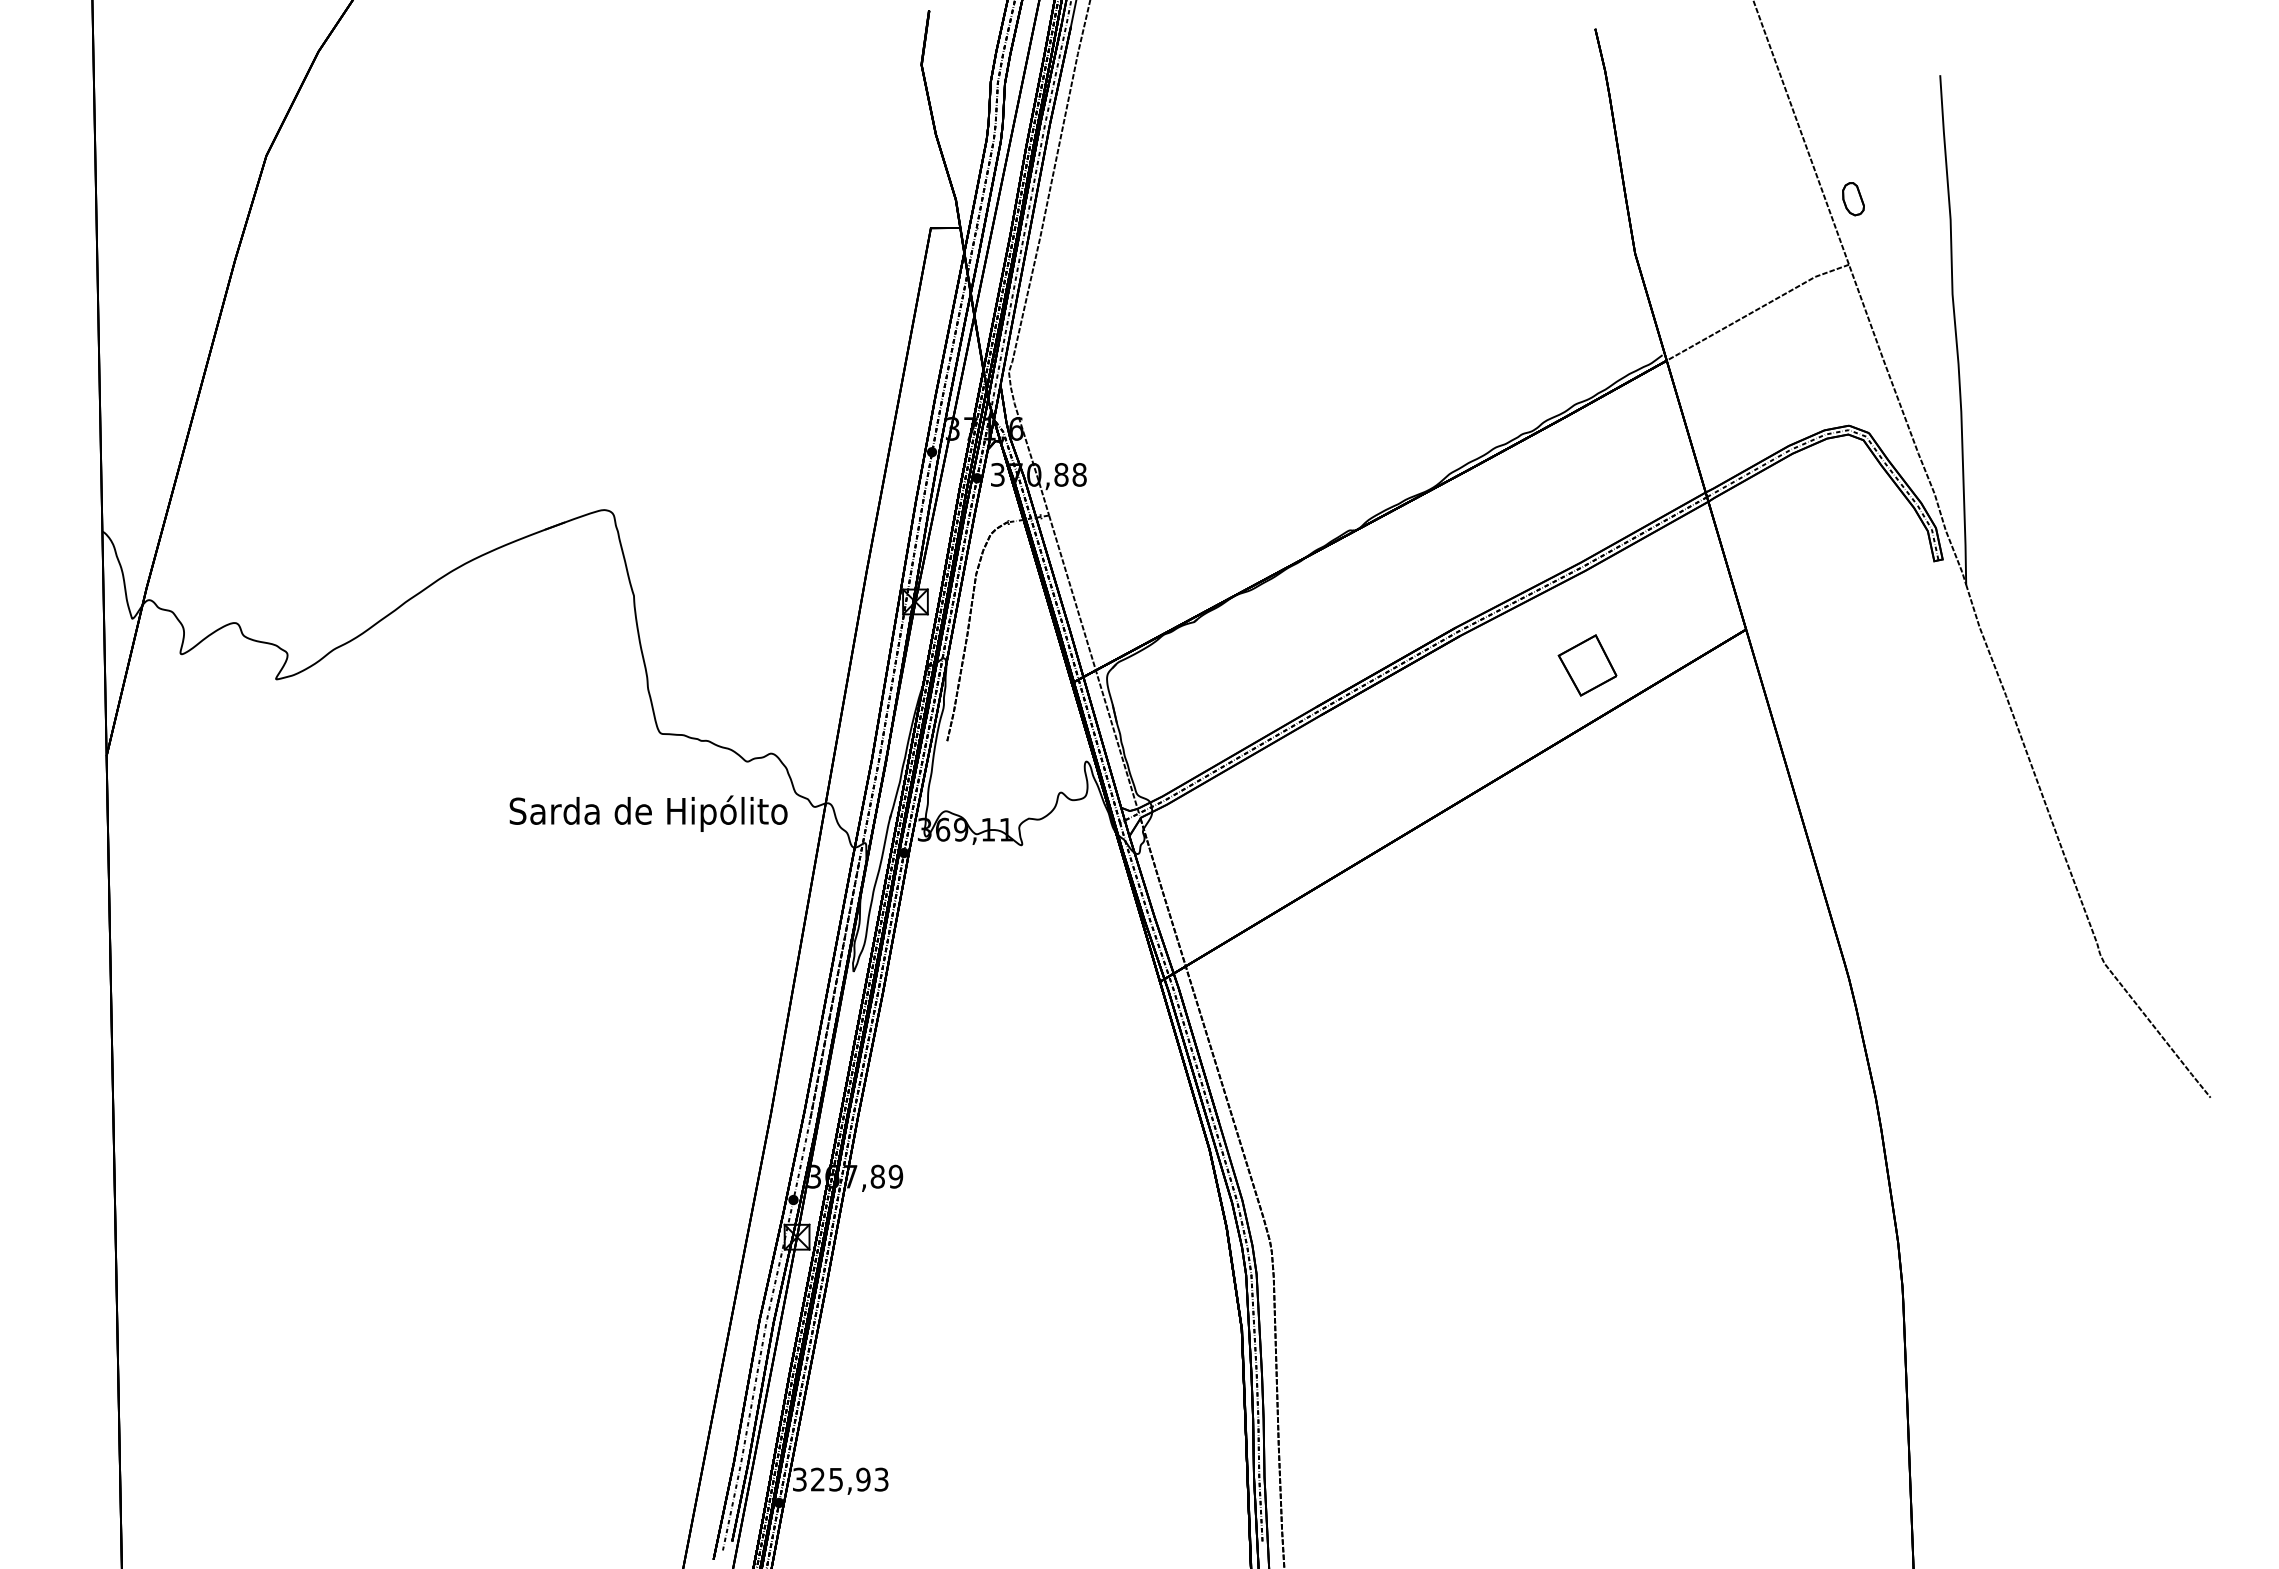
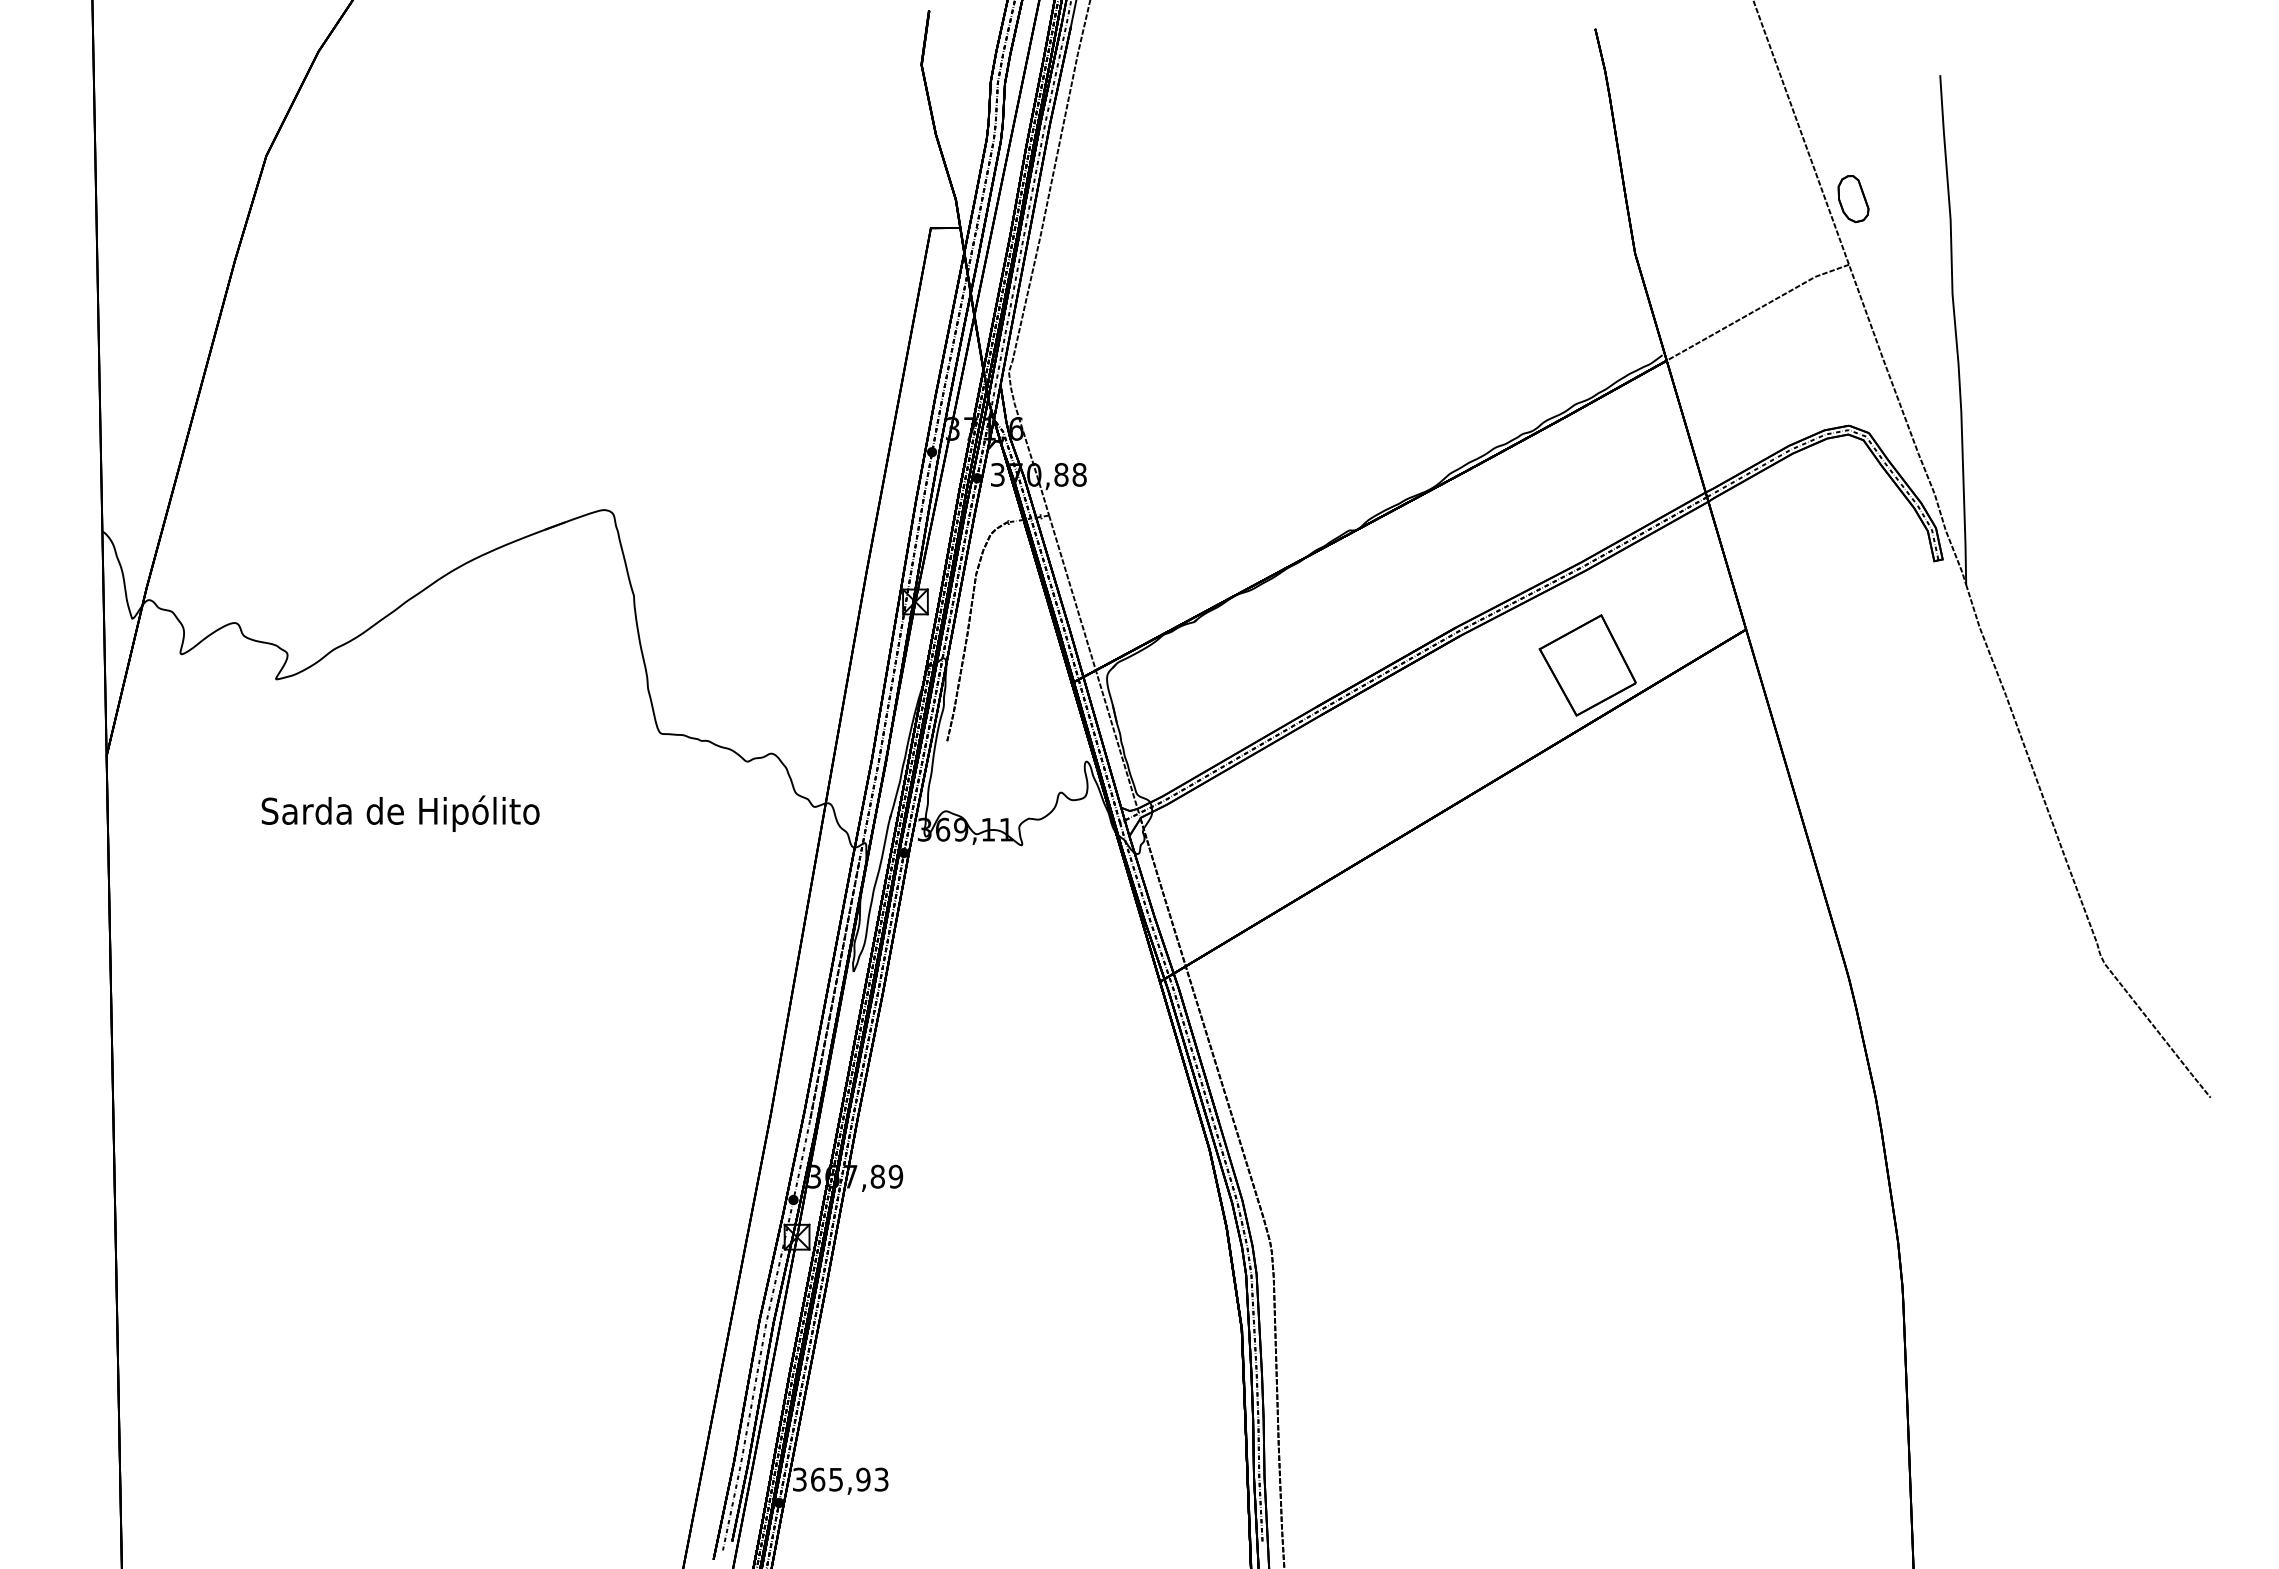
part at (1853, 199) size: 23x35 px -> 33x49 px
part at (1587, 665) size: 61x63 px -> 99x103 px
text at (648, 813) position: (648, 813) -> (400, 813)
text at (818, 1479): 325,93 -> 365,93
